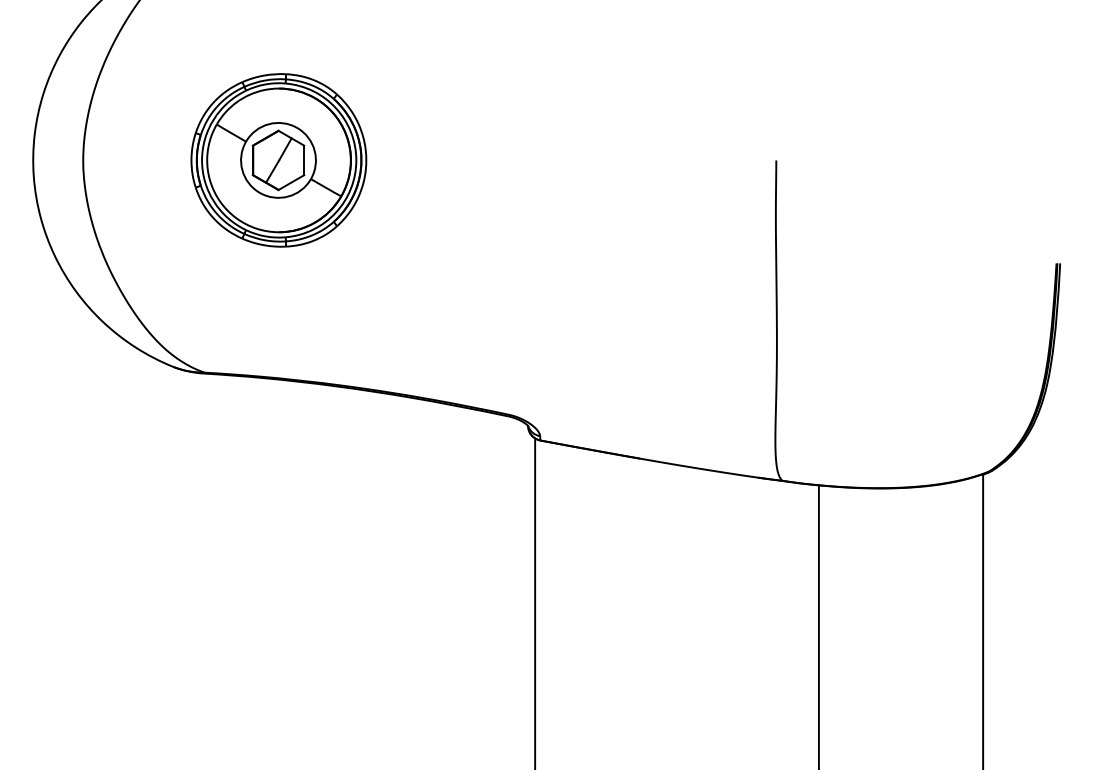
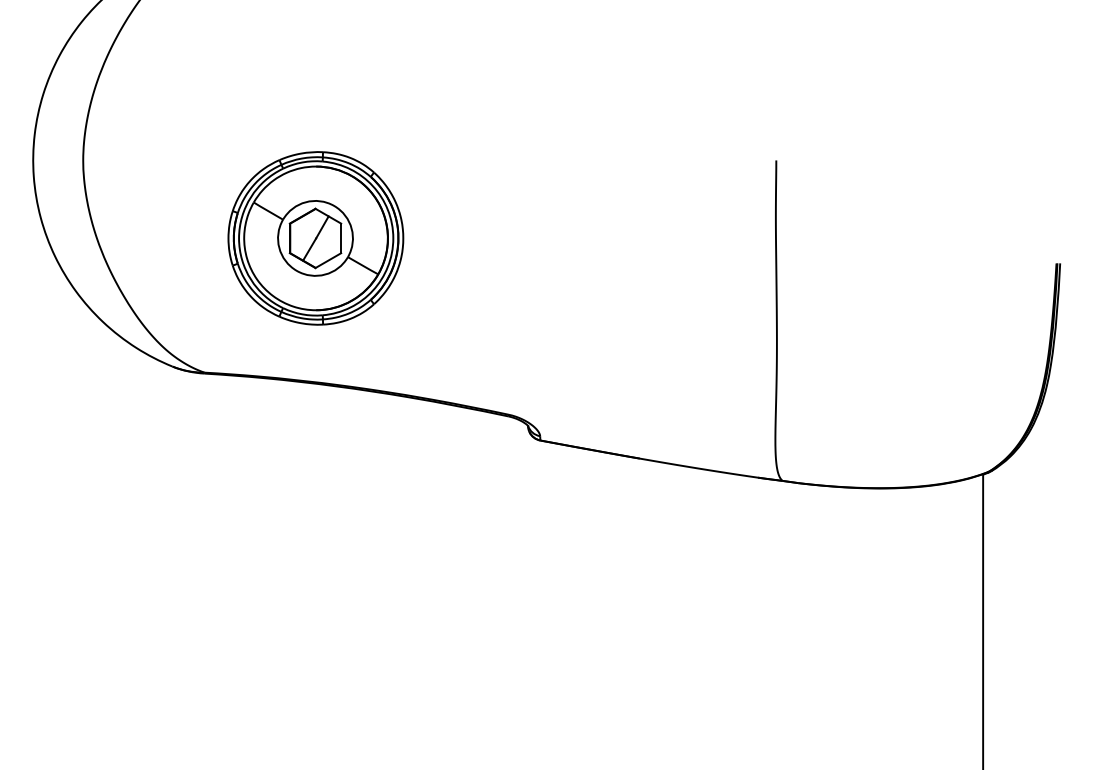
part at (278, 160) position: (278, 160) -> (315, 238)
line at (535, 602): present -> none
line at (818, 625): present -> none
